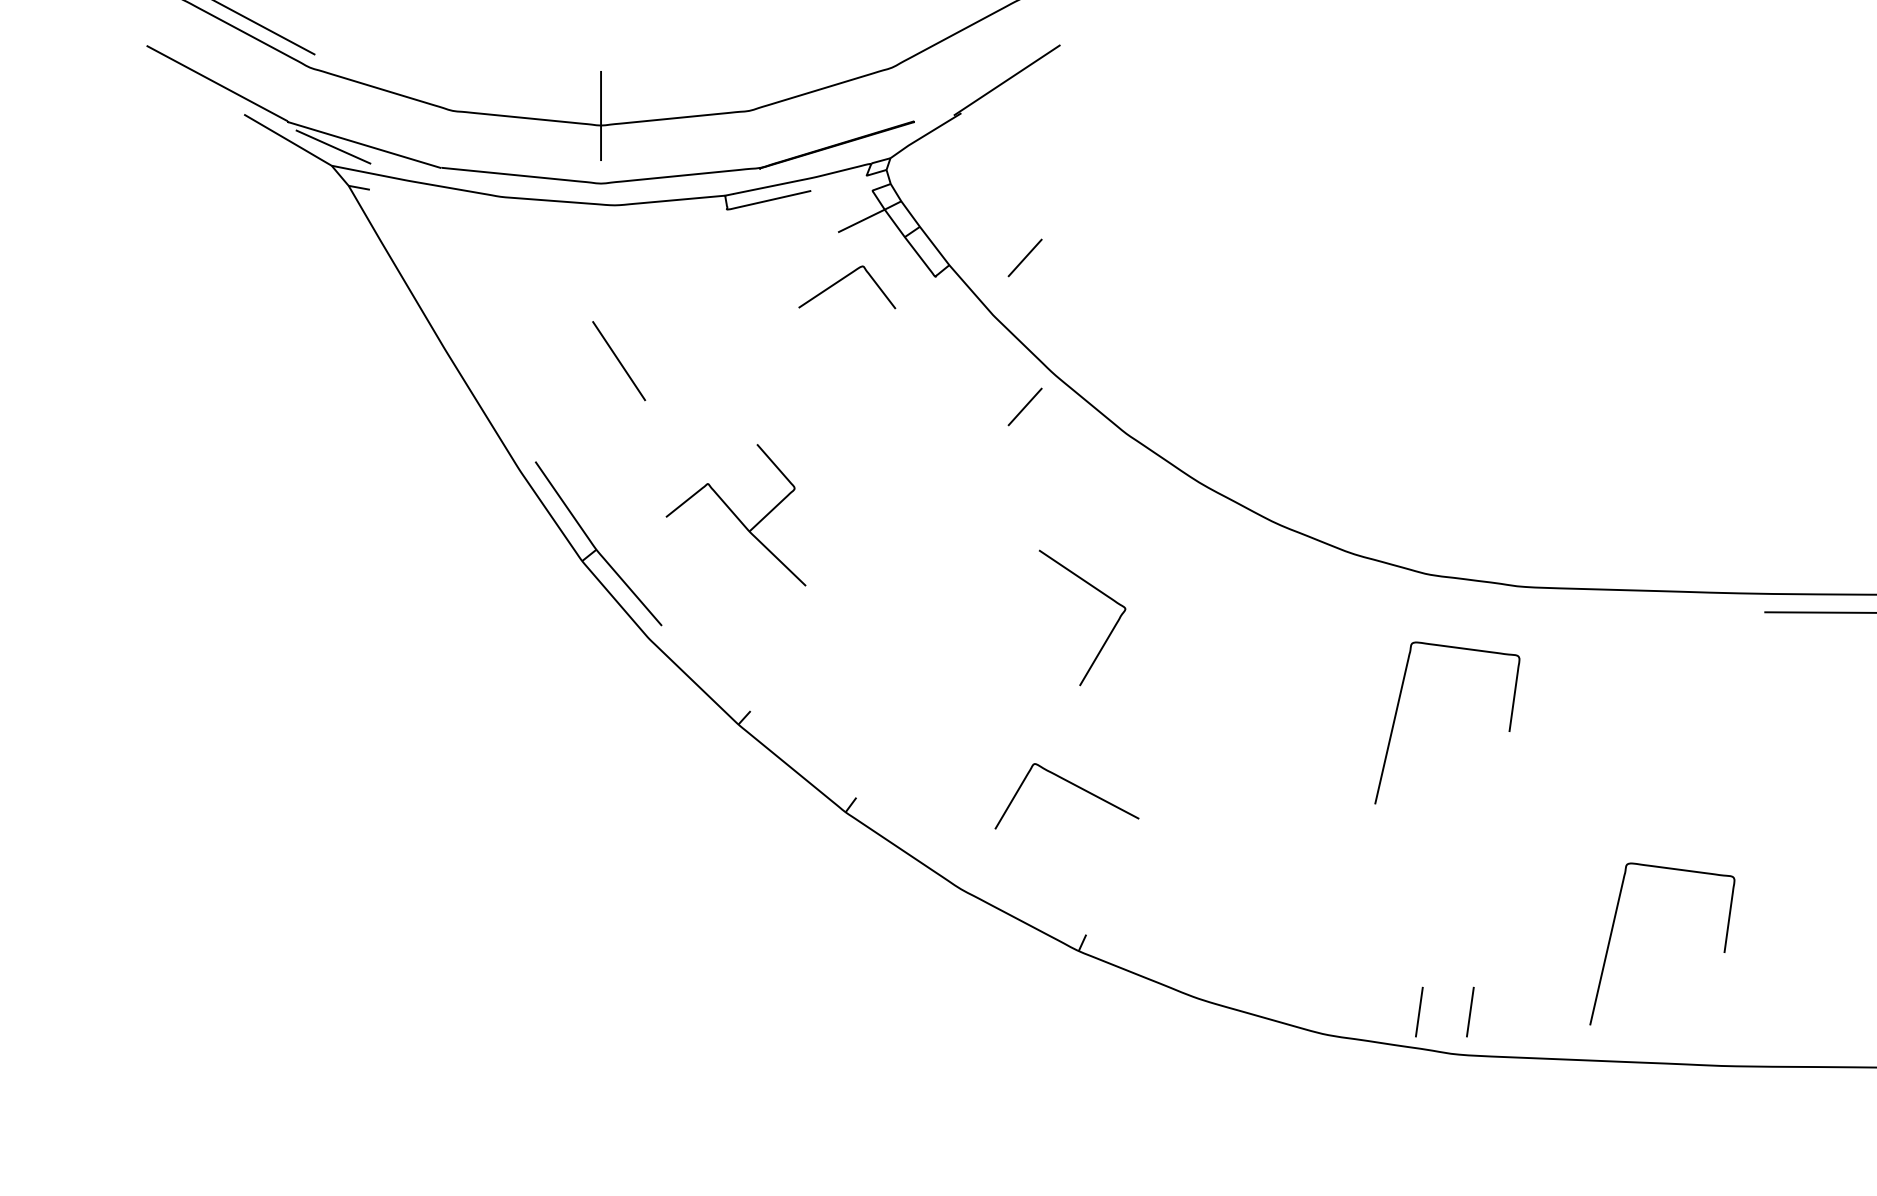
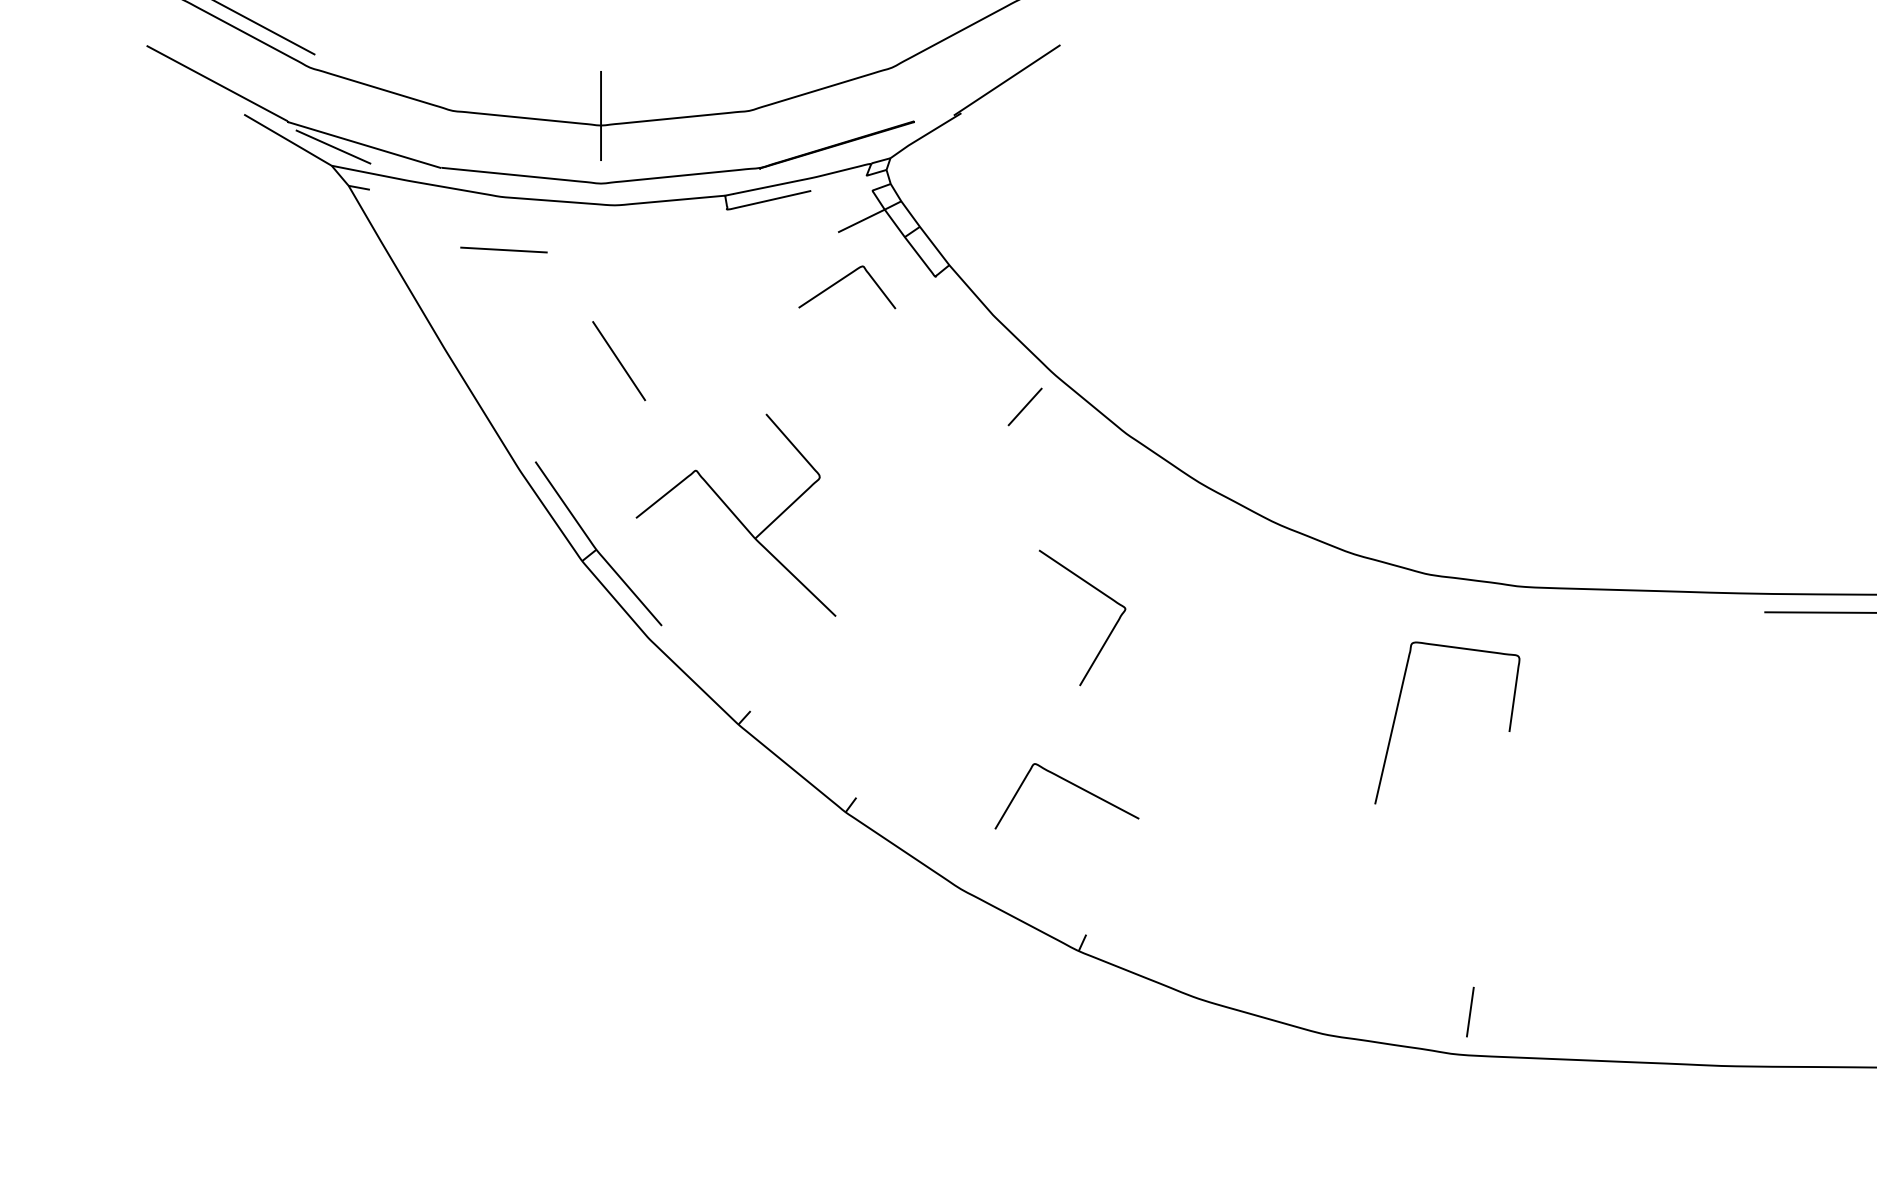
line at (503, 249): none -> present
line at (1024, 257): present -> none
part at (735, 515) size: 142x143 px -> 202x204 px
curve at (1612, 933): present -> none
line at (1419, 1011): present -> none
